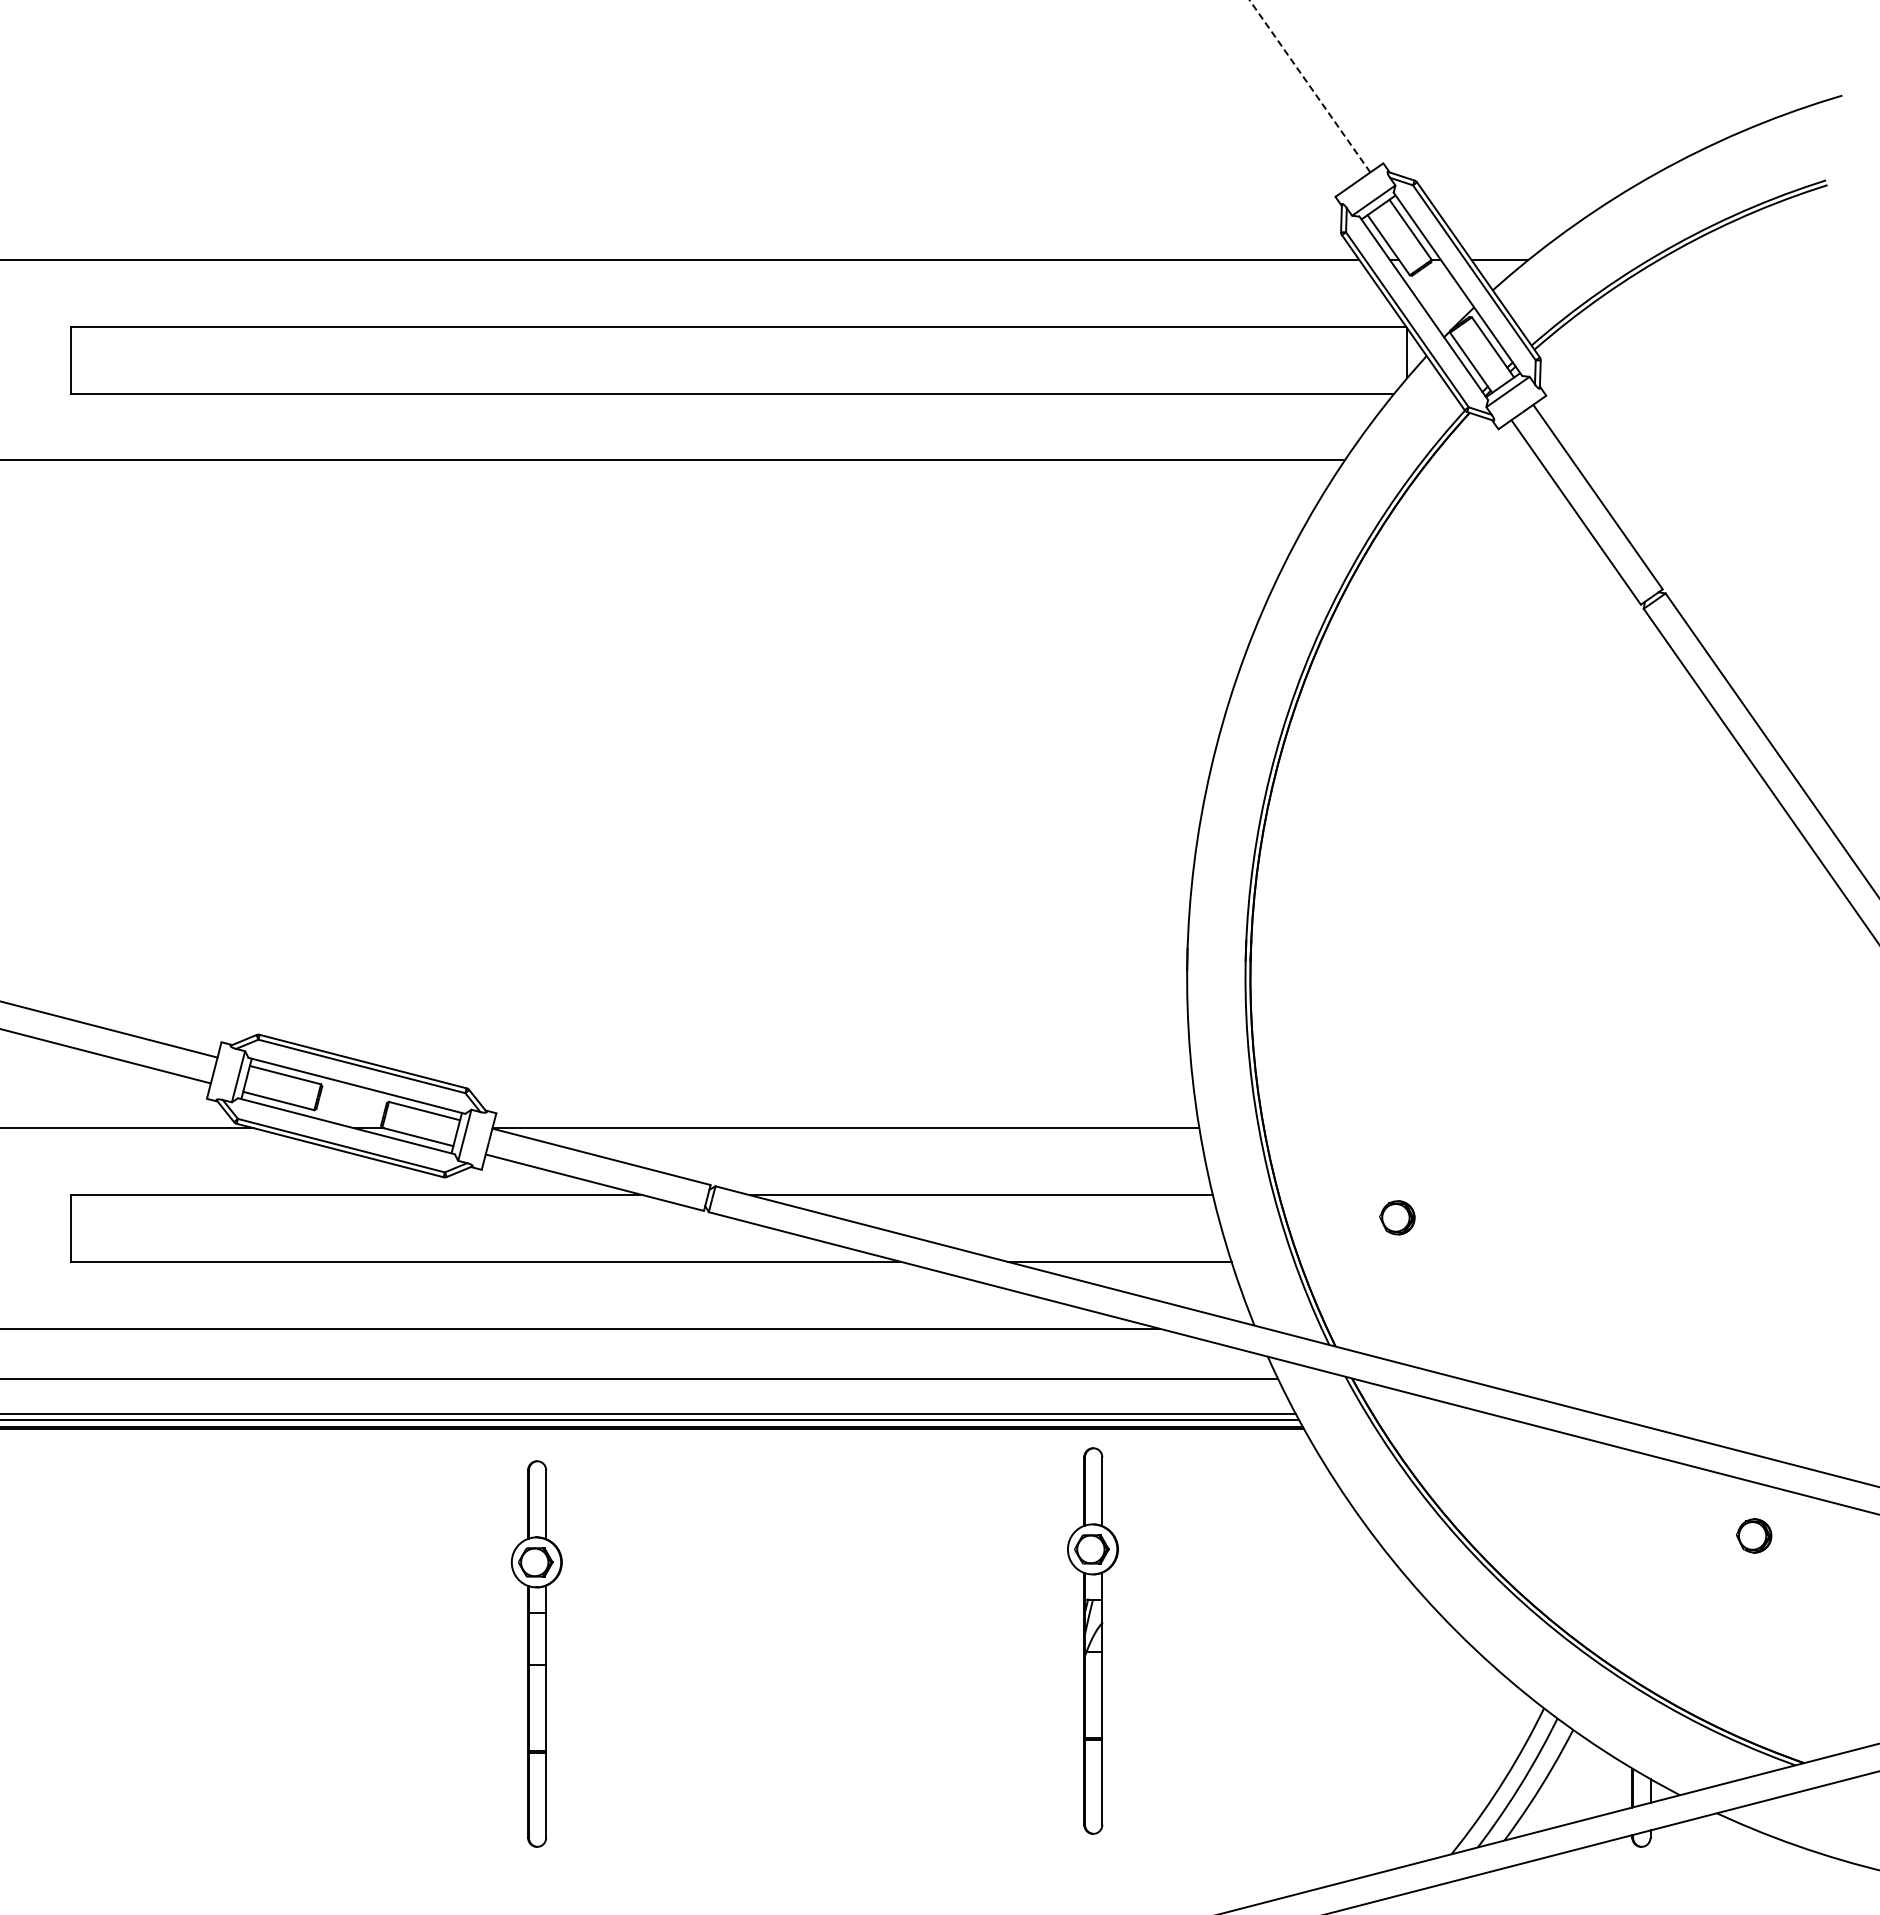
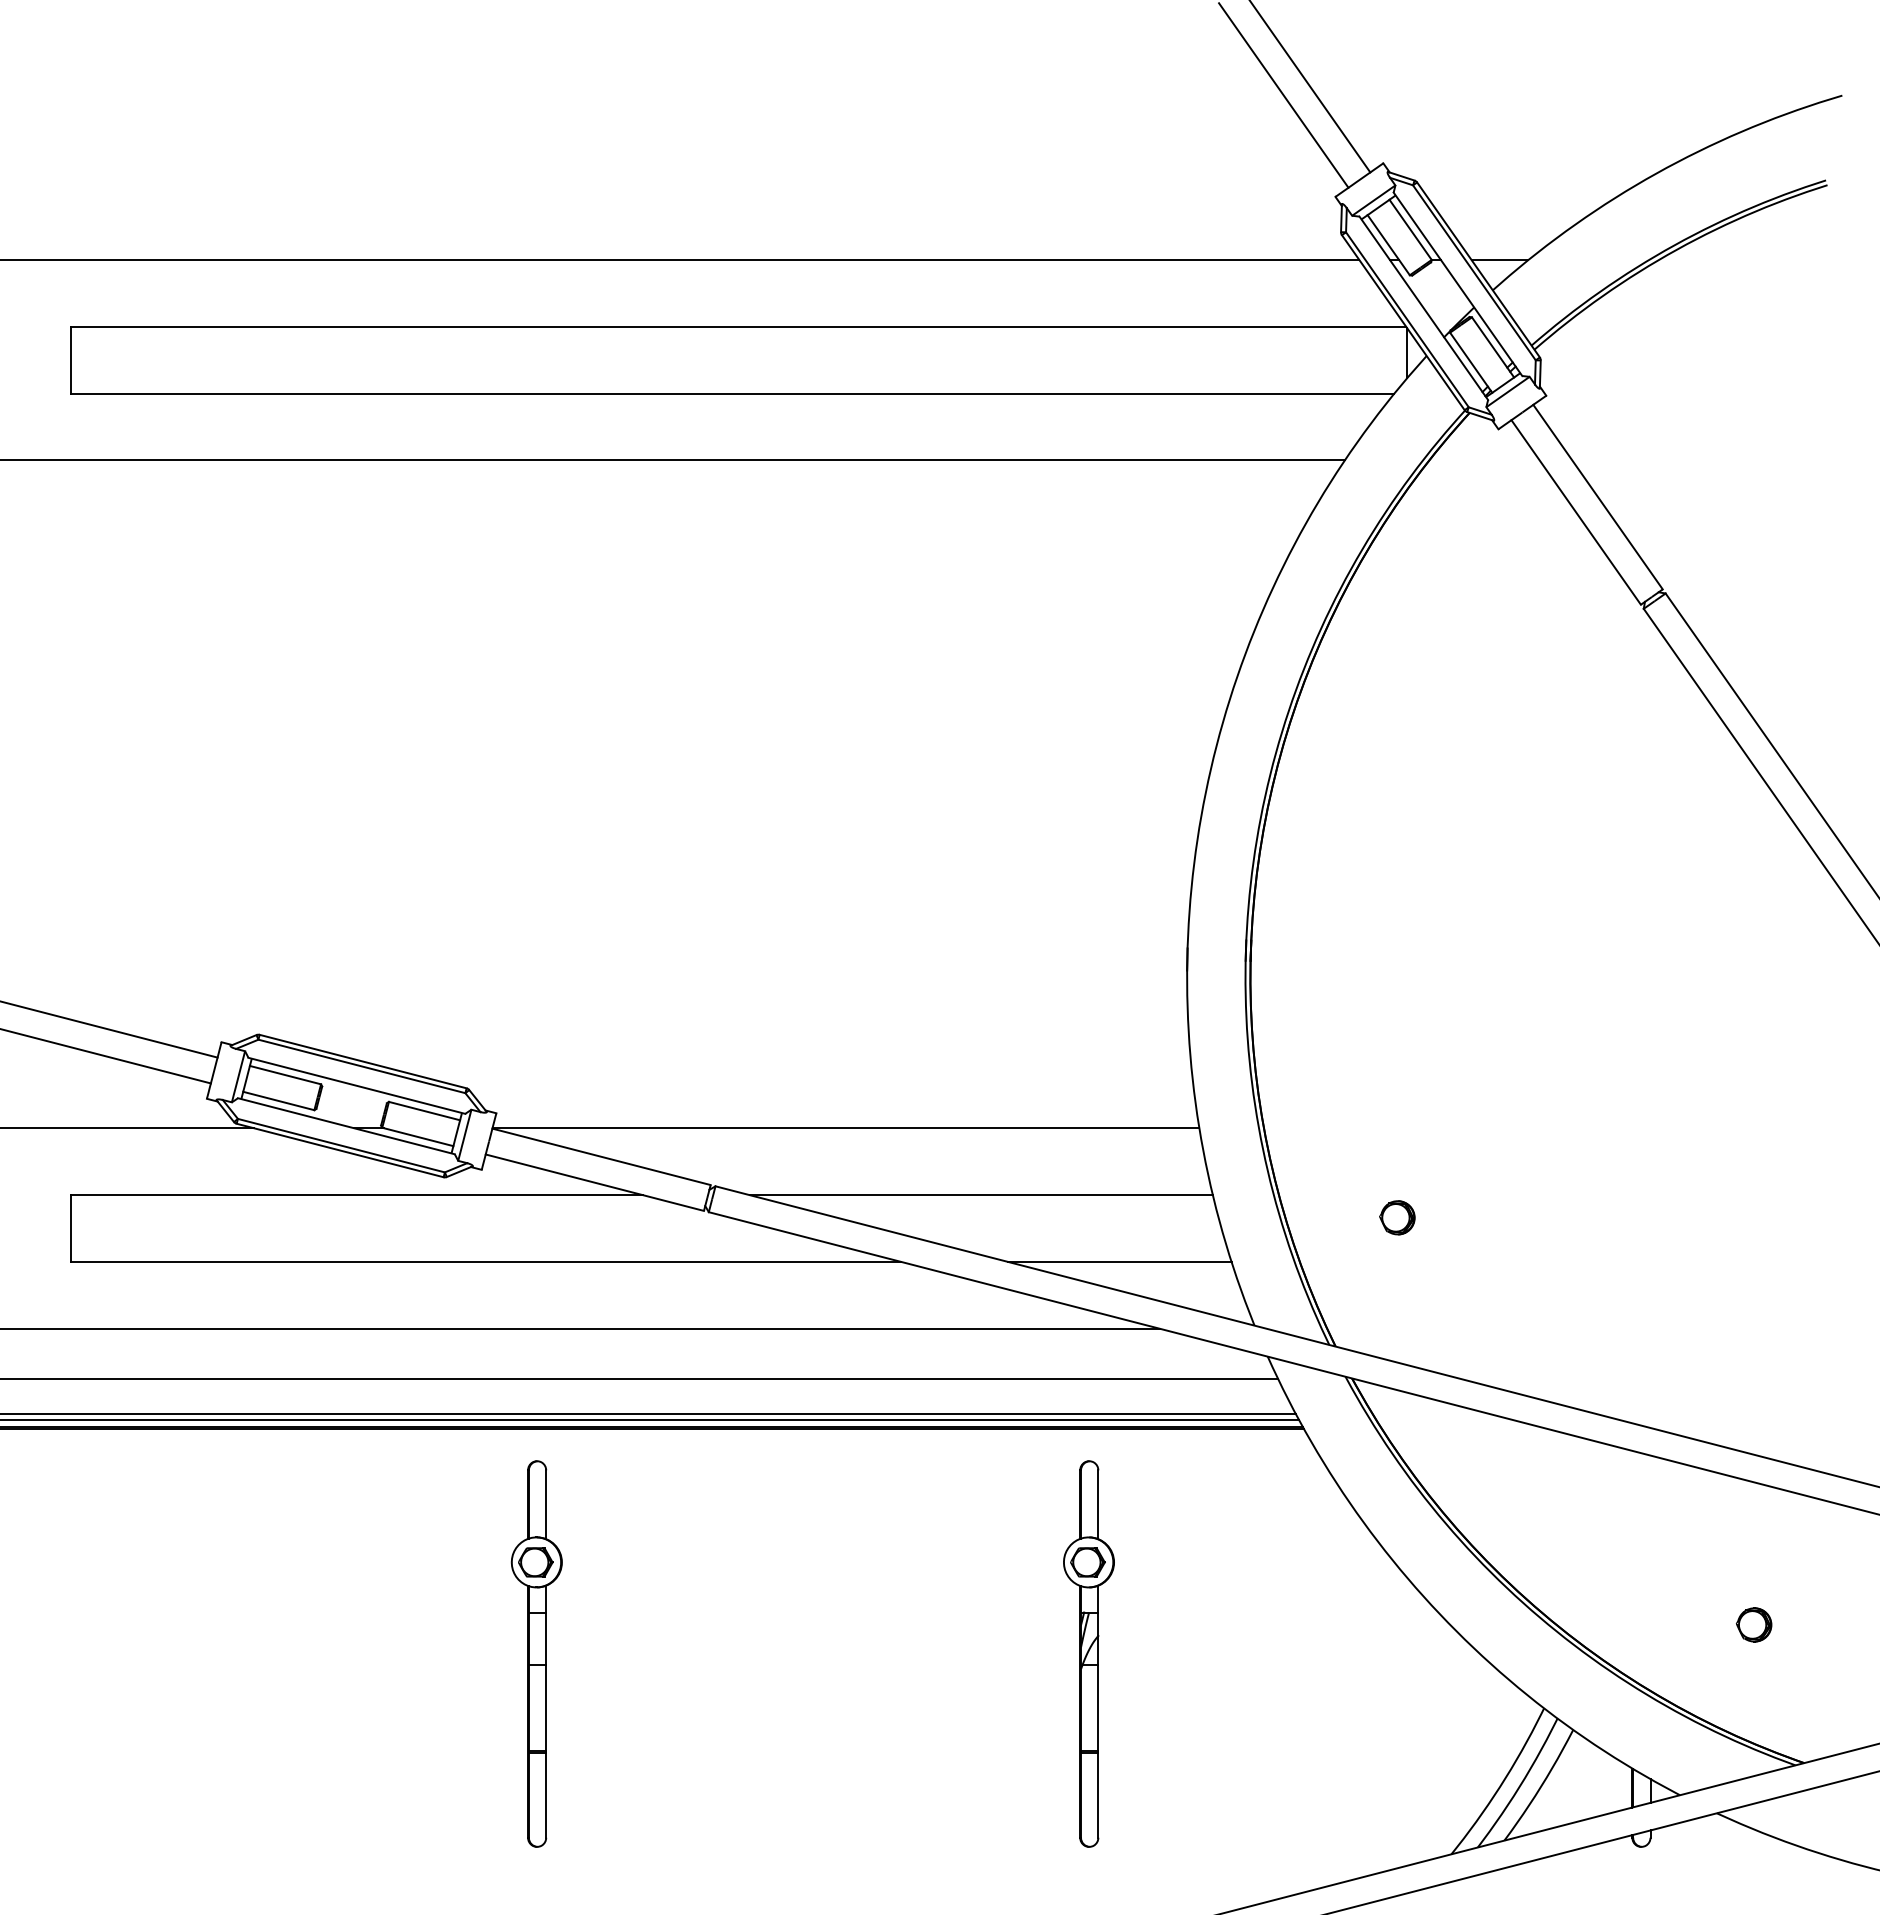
line at (1309, 85): dashed -> solid
line at (1283, 95): none -> present
part at (1754, 1535) position: (1754, 1535) -> (1754, 1624)
part at (1092, 1640) position: (1092, 1640) -> (1088, 1653)
